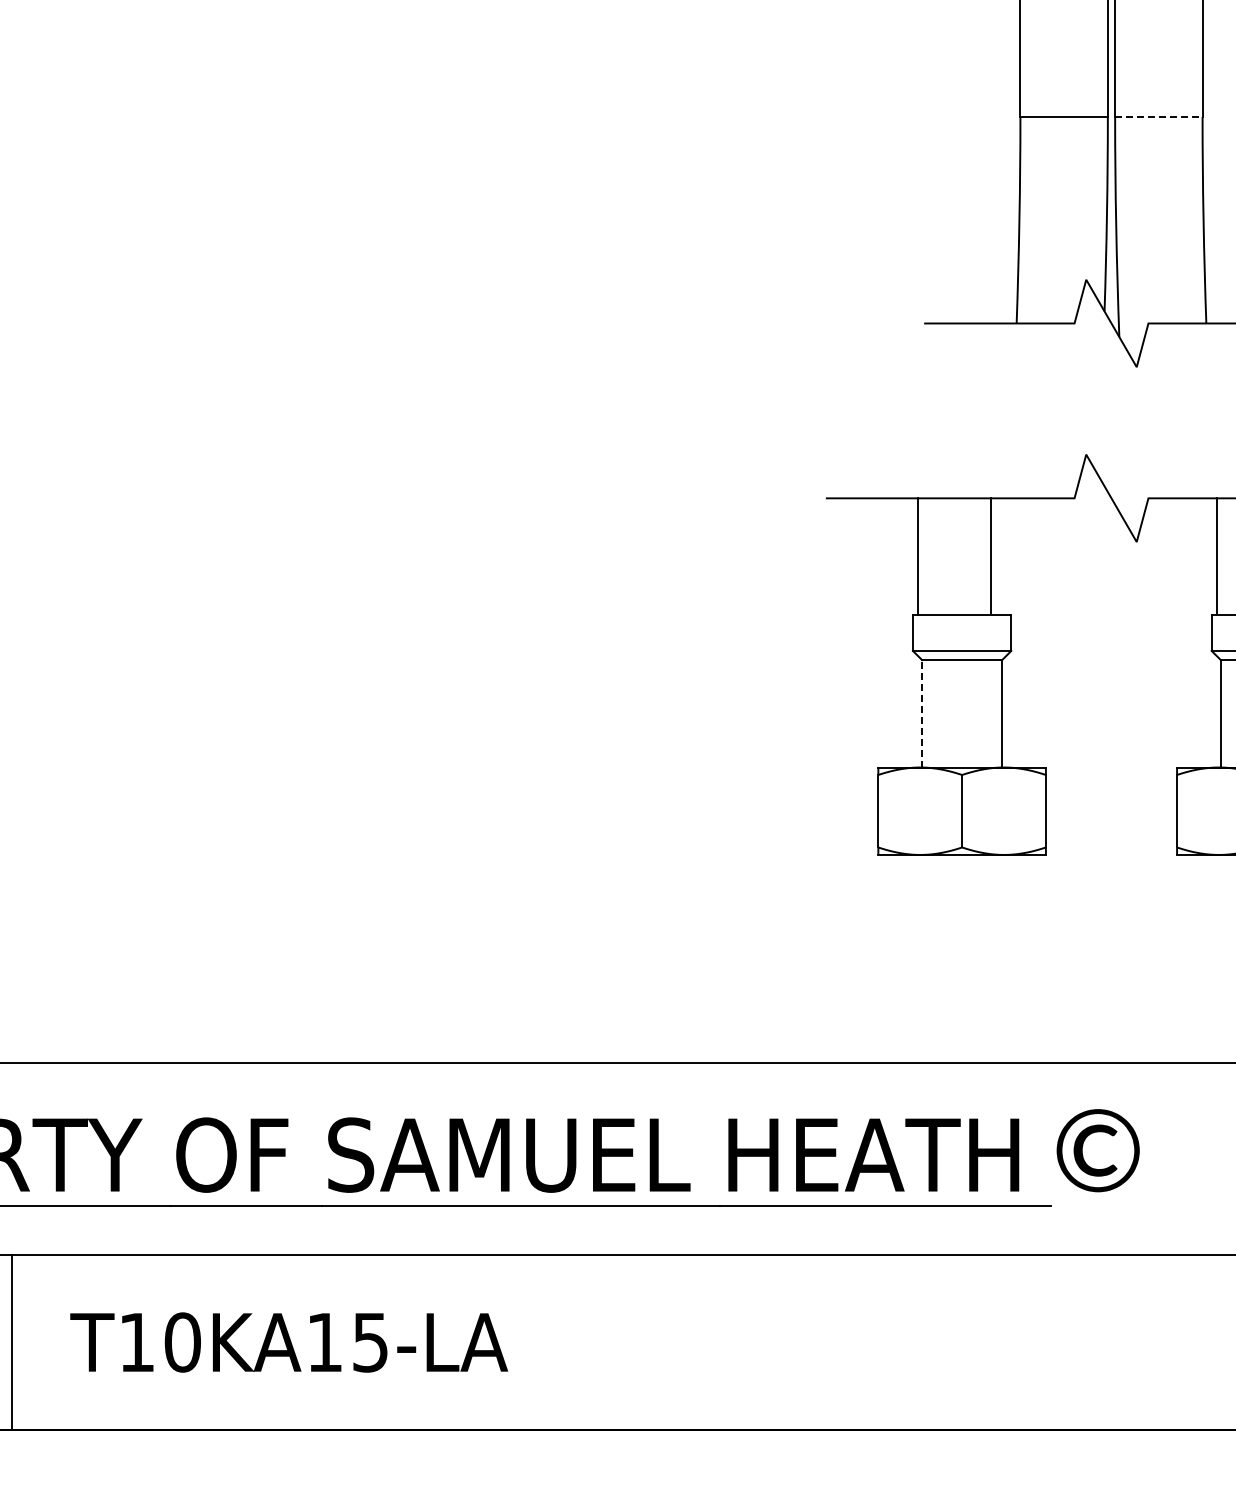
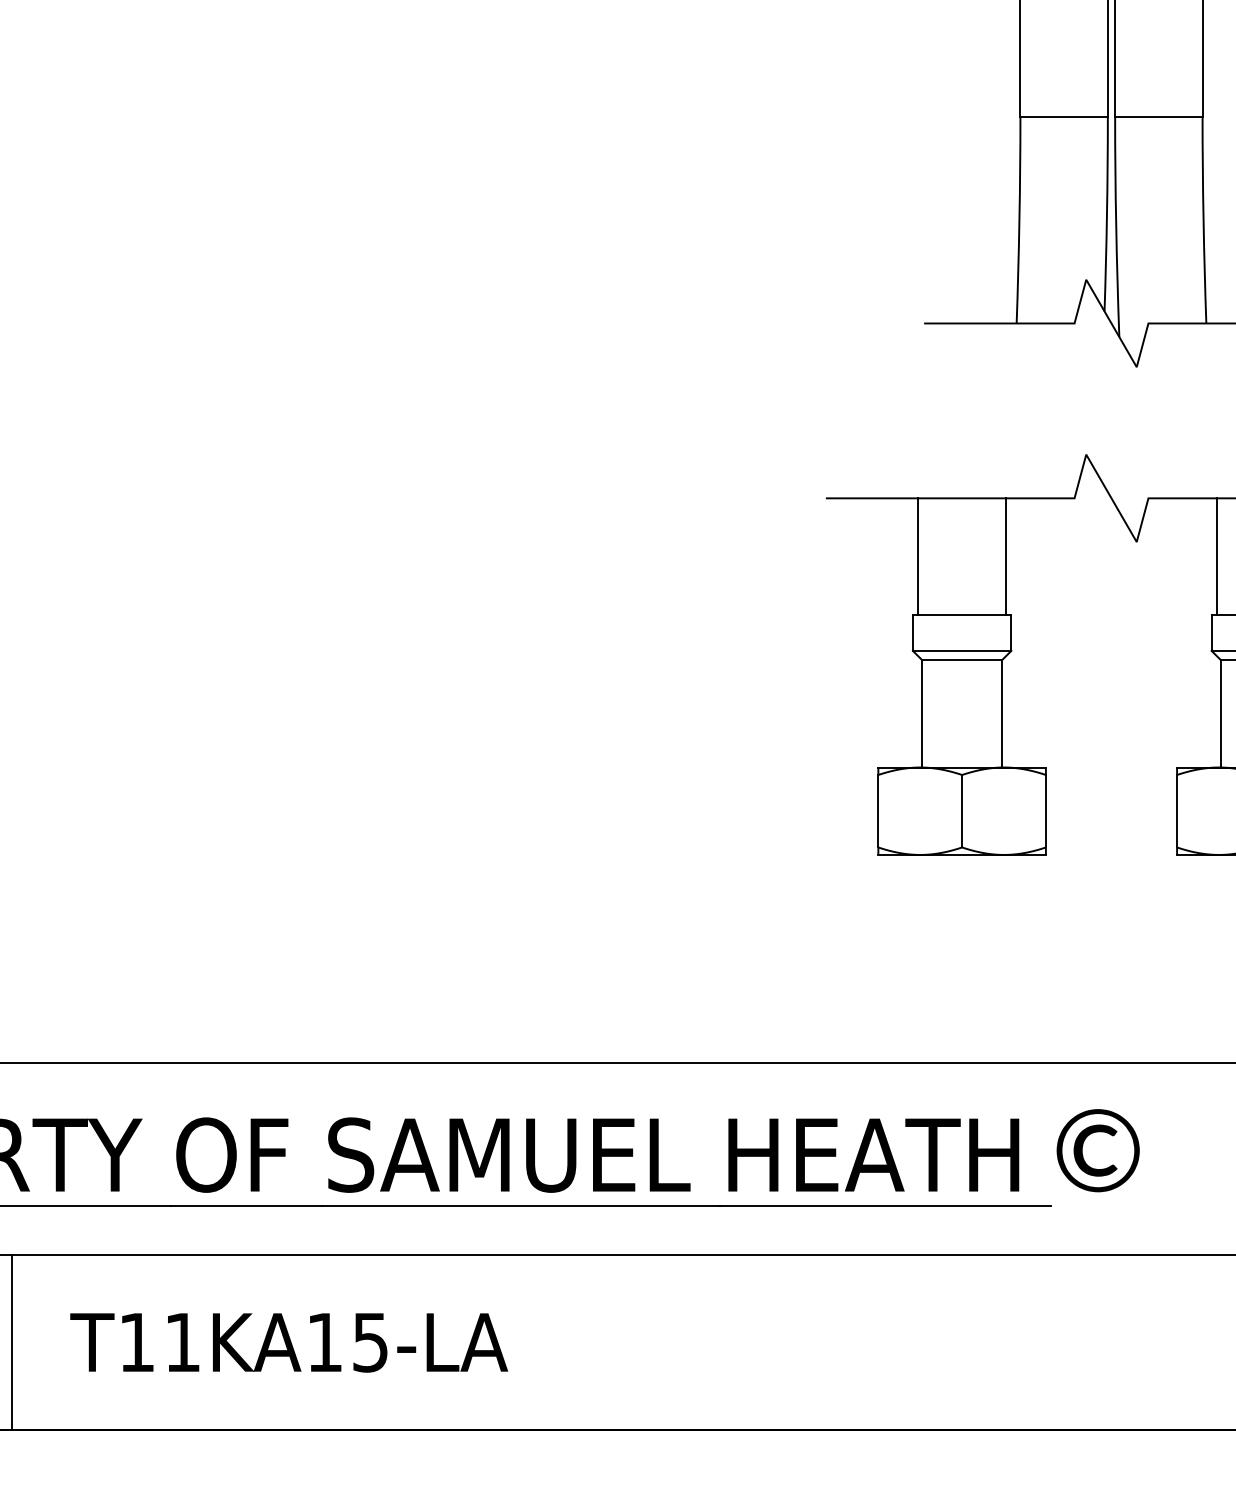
line at (1158, 117): dashed -> solid
line at (990, 556) position: (990, 556) -> (1005, 556)
line at (922, 713): dashed -> solid
text at (182, 1342): T10KA15-LA -> T11KA15-LA
